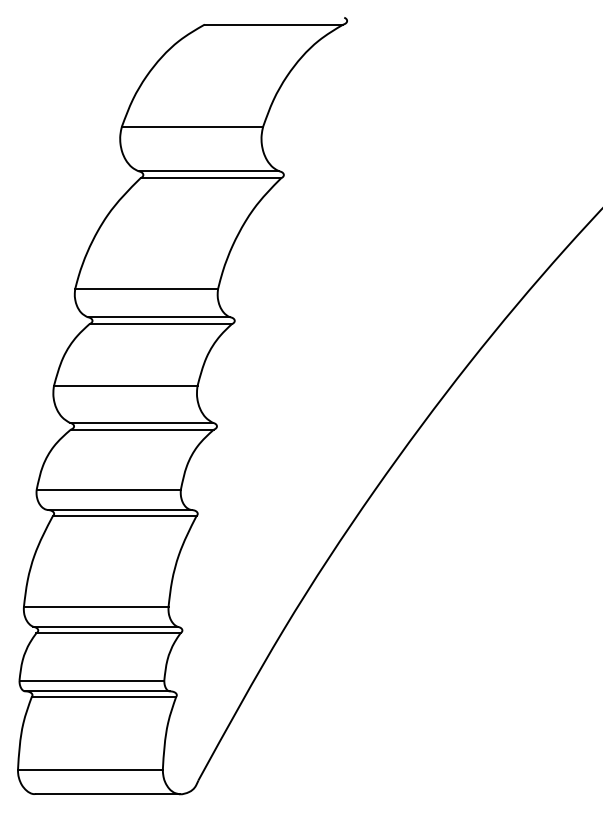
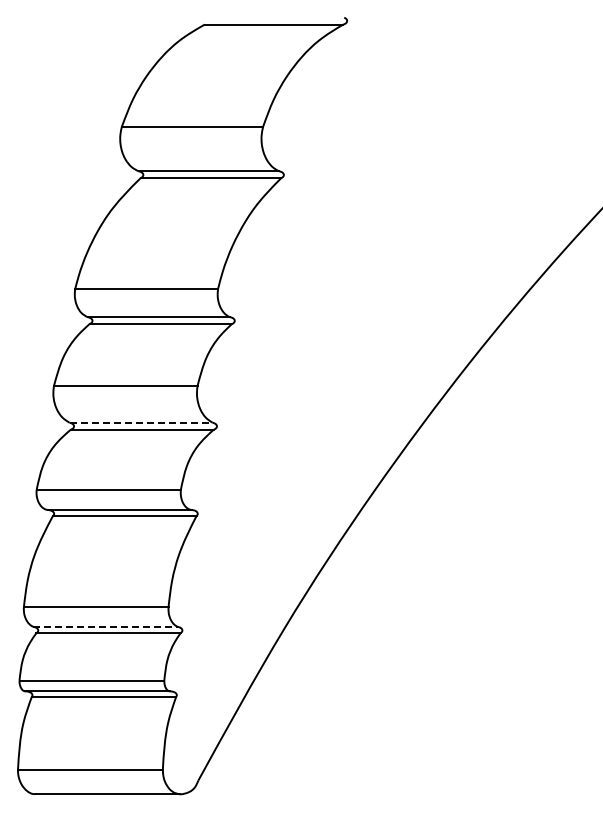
line at (141, 422): solid -> dashed
line at (105, 626): solid -> dashed
